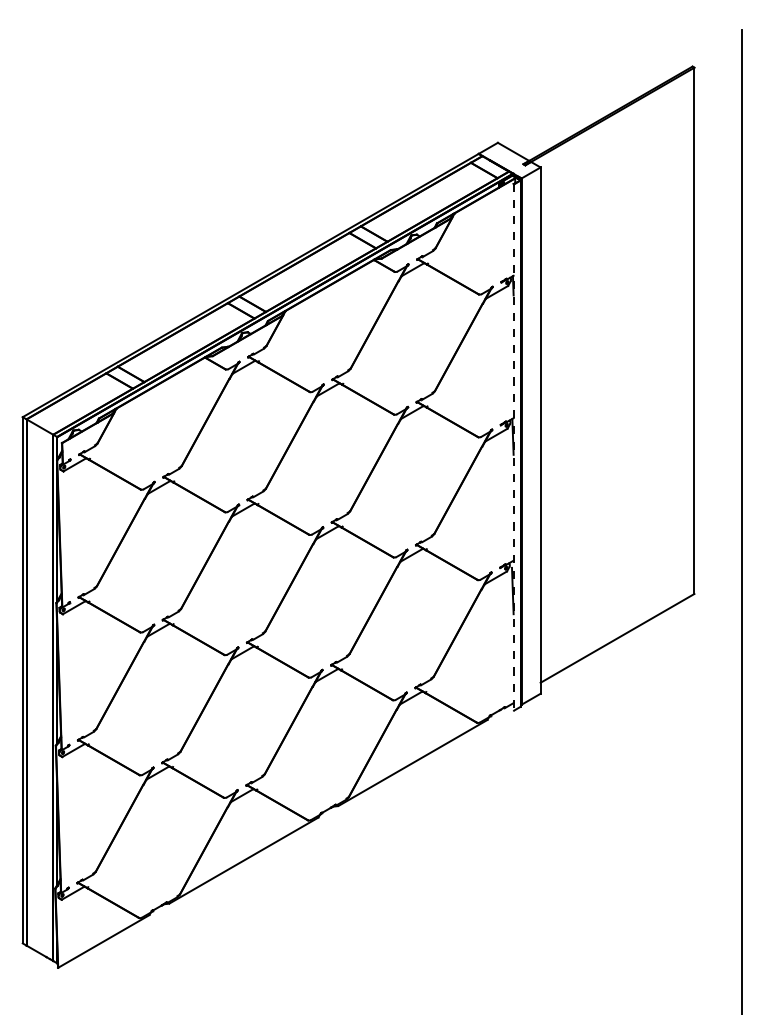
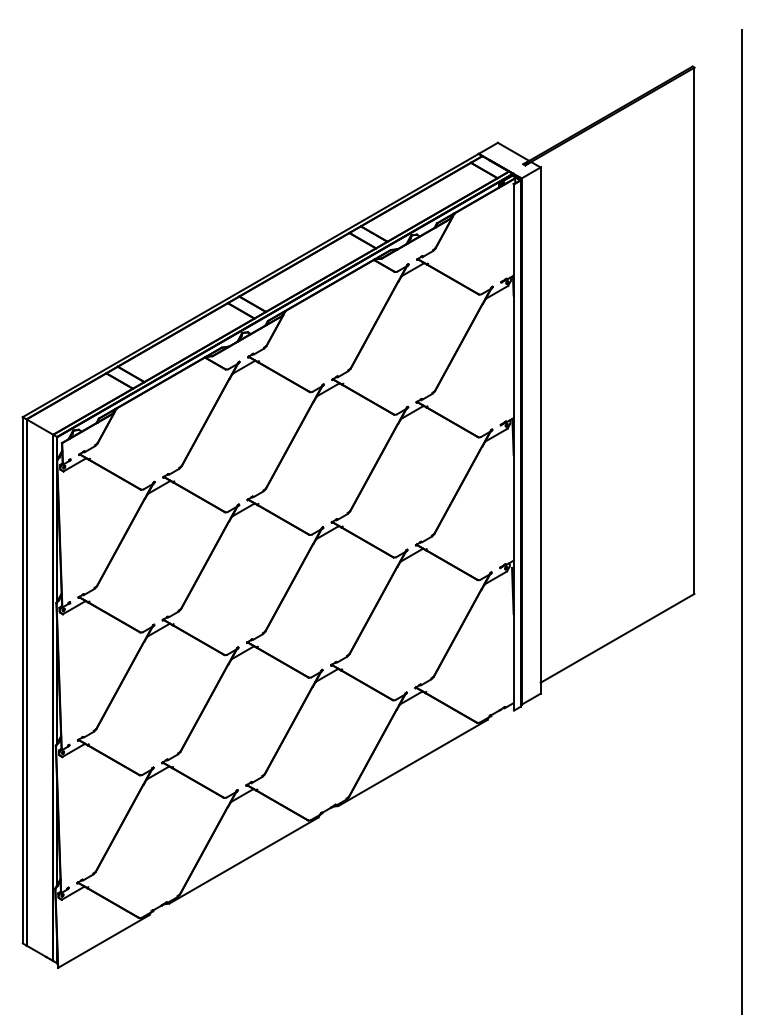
line at (513, 447): dashed -> solid
